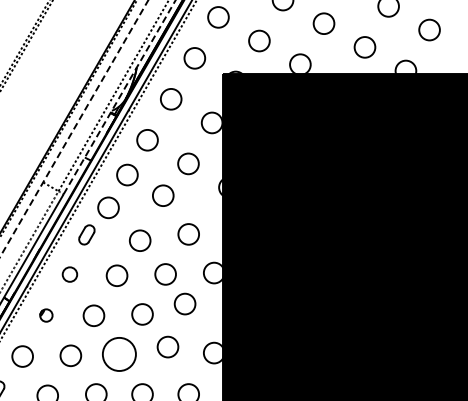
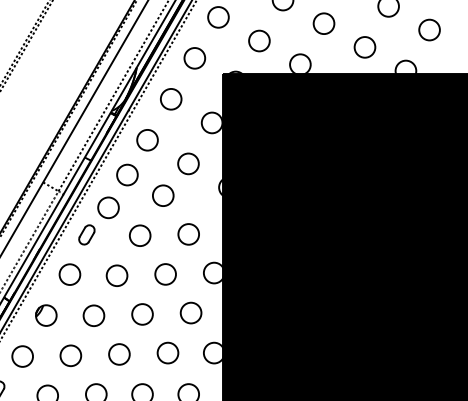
line at (119, 97): dashed -> solid
line at (74, 128): dashed -> solid
circle at (140, 240) position: (140, 240) -> (140, 235)
circle at (69, 274) size: 18x17 px -> 24x23 px
circle at (184, 303) position: (184, 303) -> (190, 312)
part at (46, 315) size: 15x15 px -> 23x23 px
circle at (167, 346) position: (167, 346) -> (167, 352)
circle at (119, 354) size: 35x35 px -> 23x23 px
